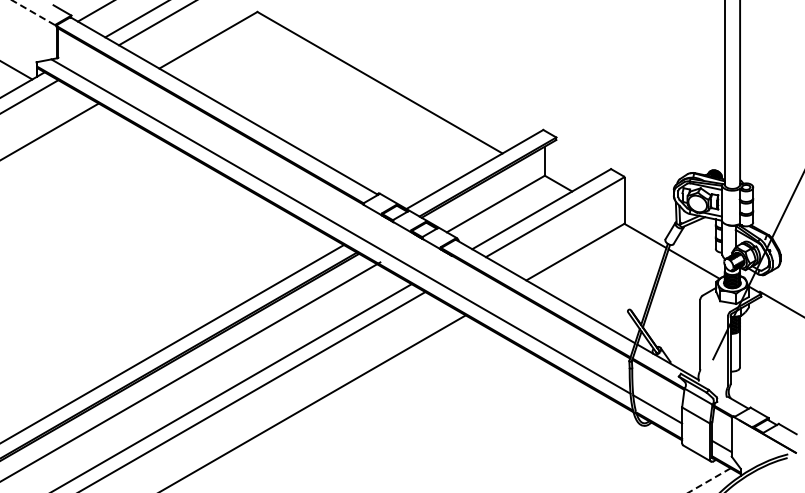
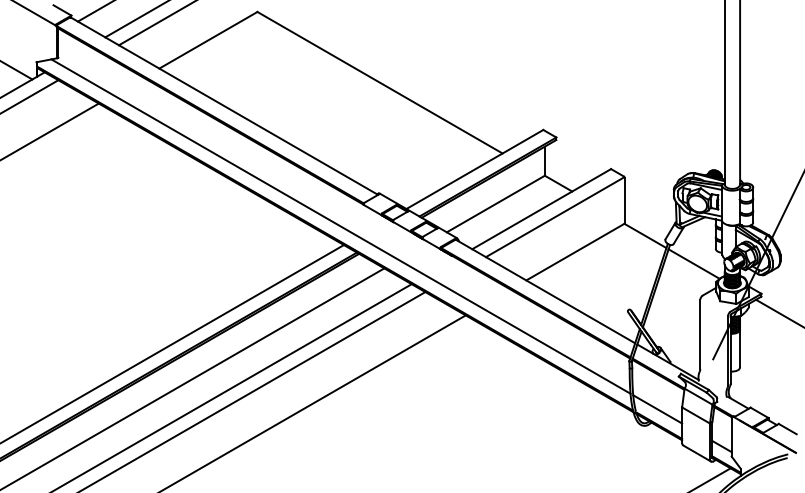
line at (33, 12): dashed -> solid
line at (780, 303) position: (780, 303) -> (778, 312)
line at (191, 371) position: (191, 371) -> (193, 378)
line at (709, 480): dashed -> solid
